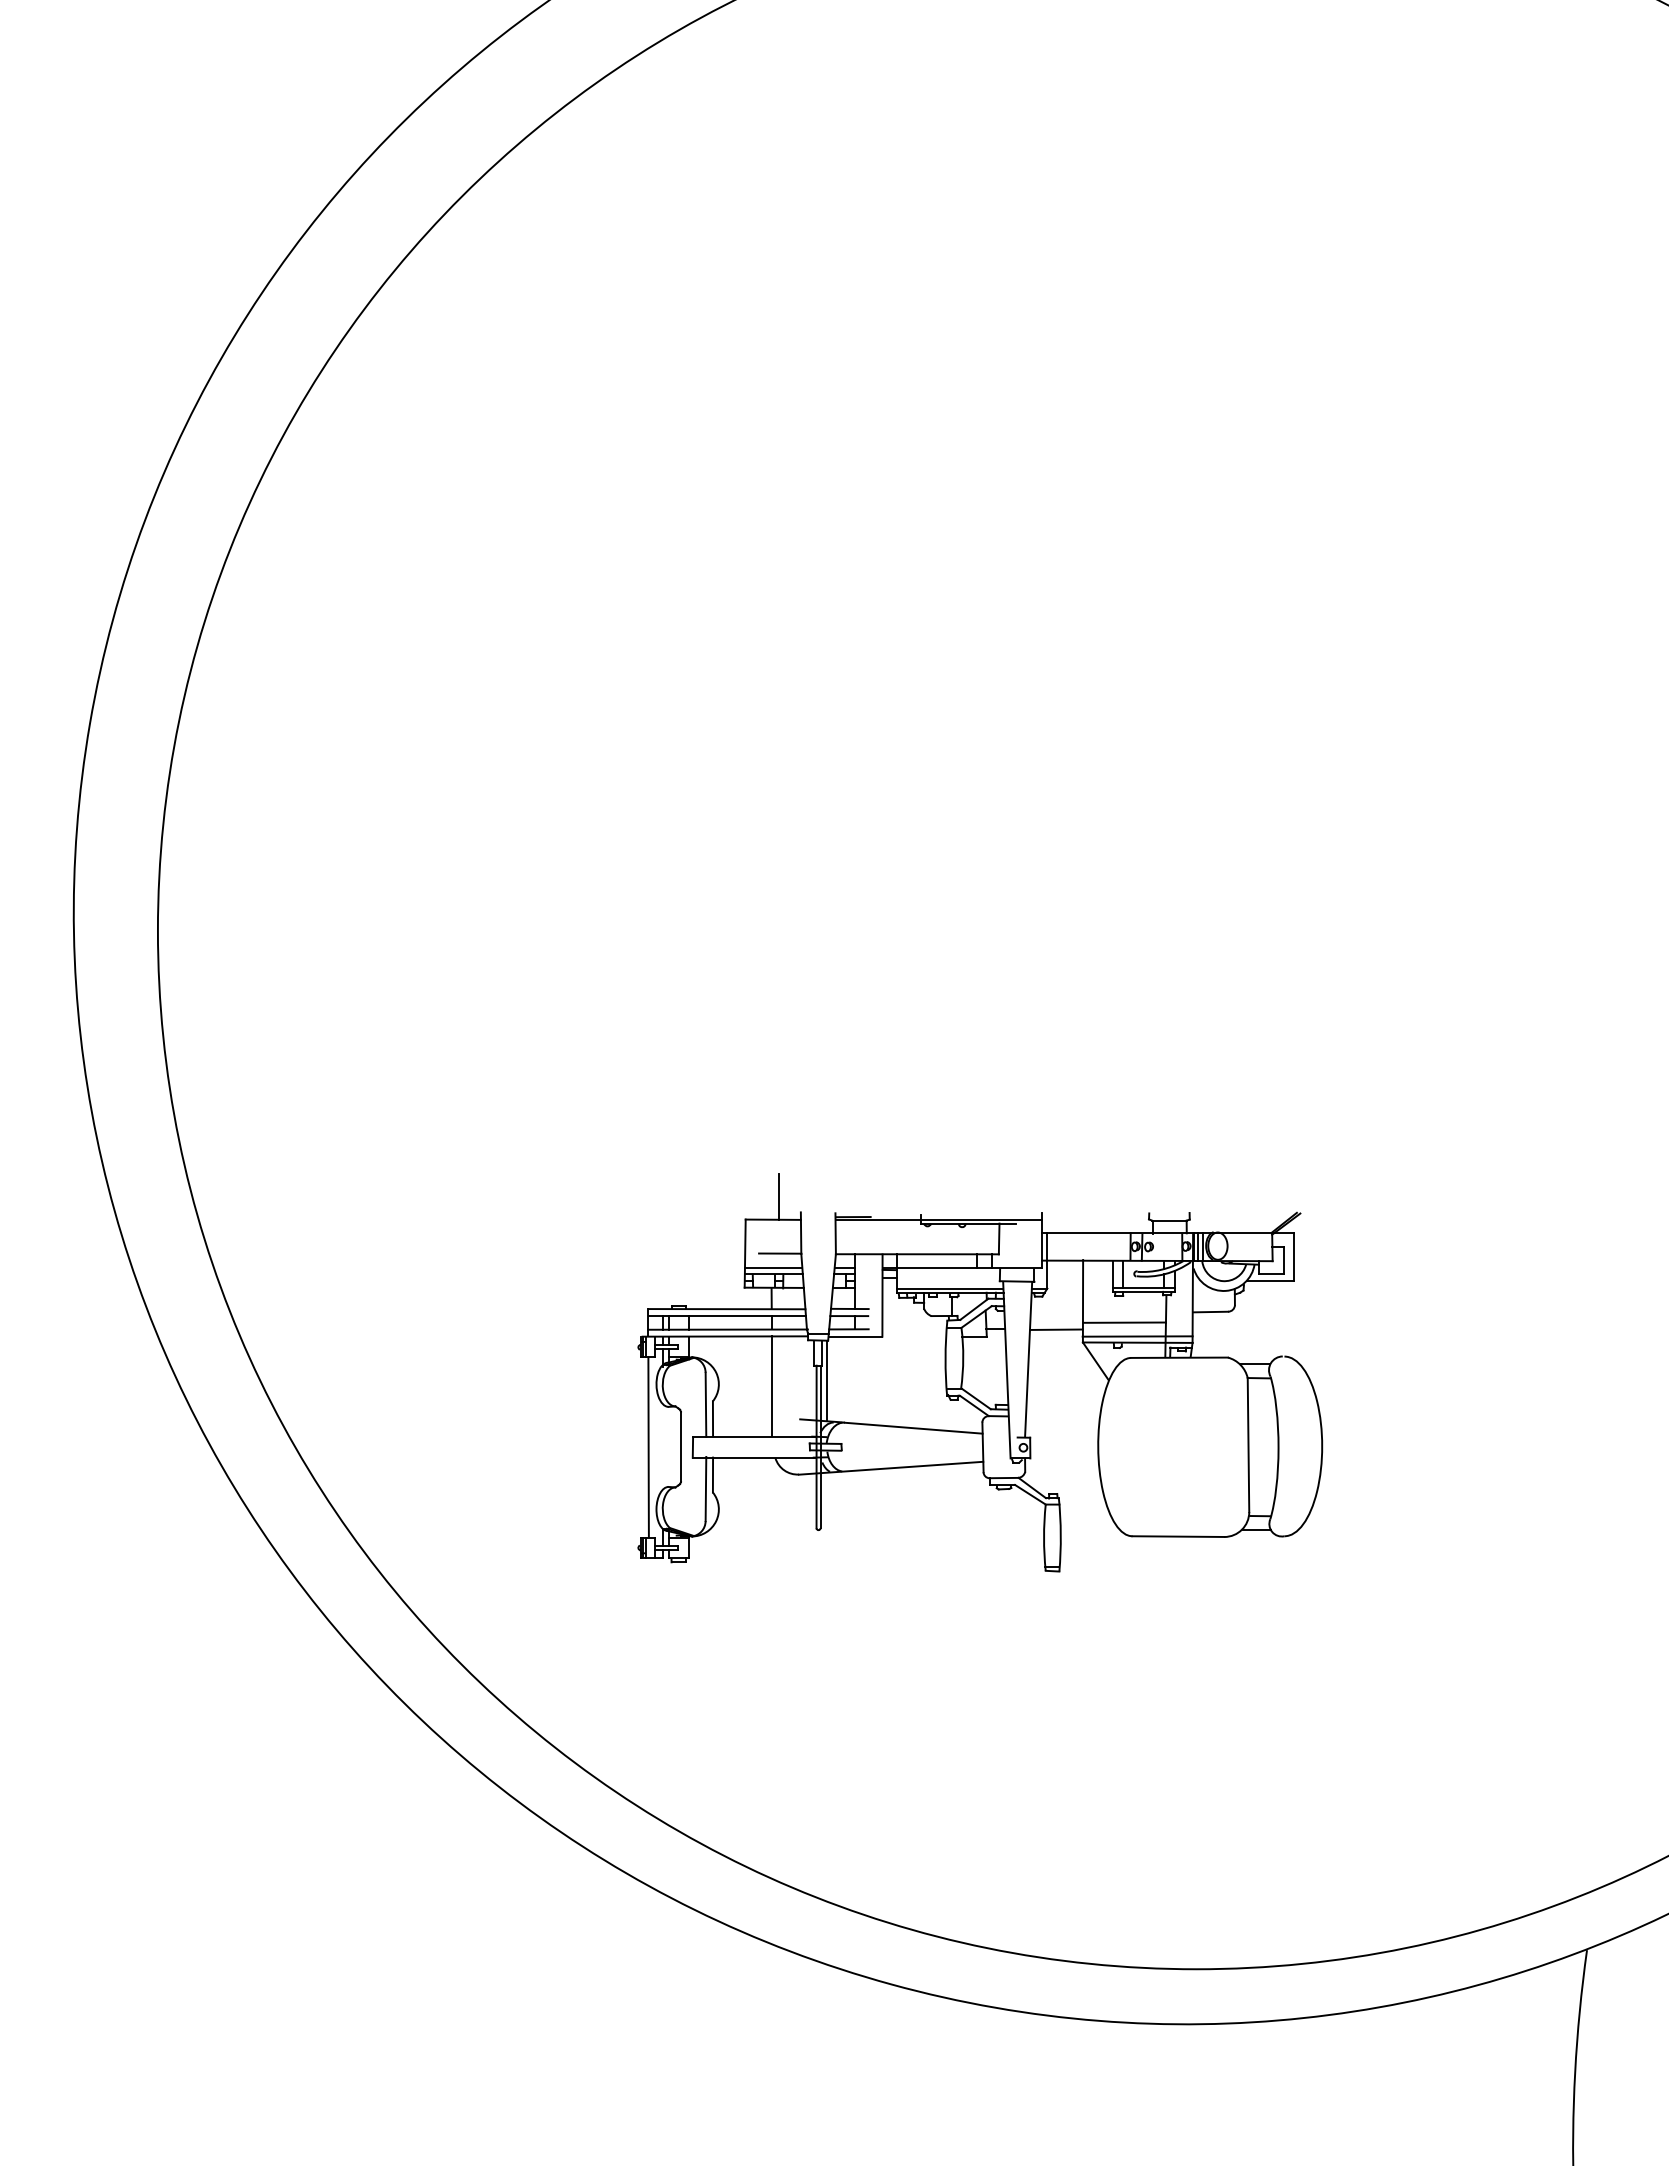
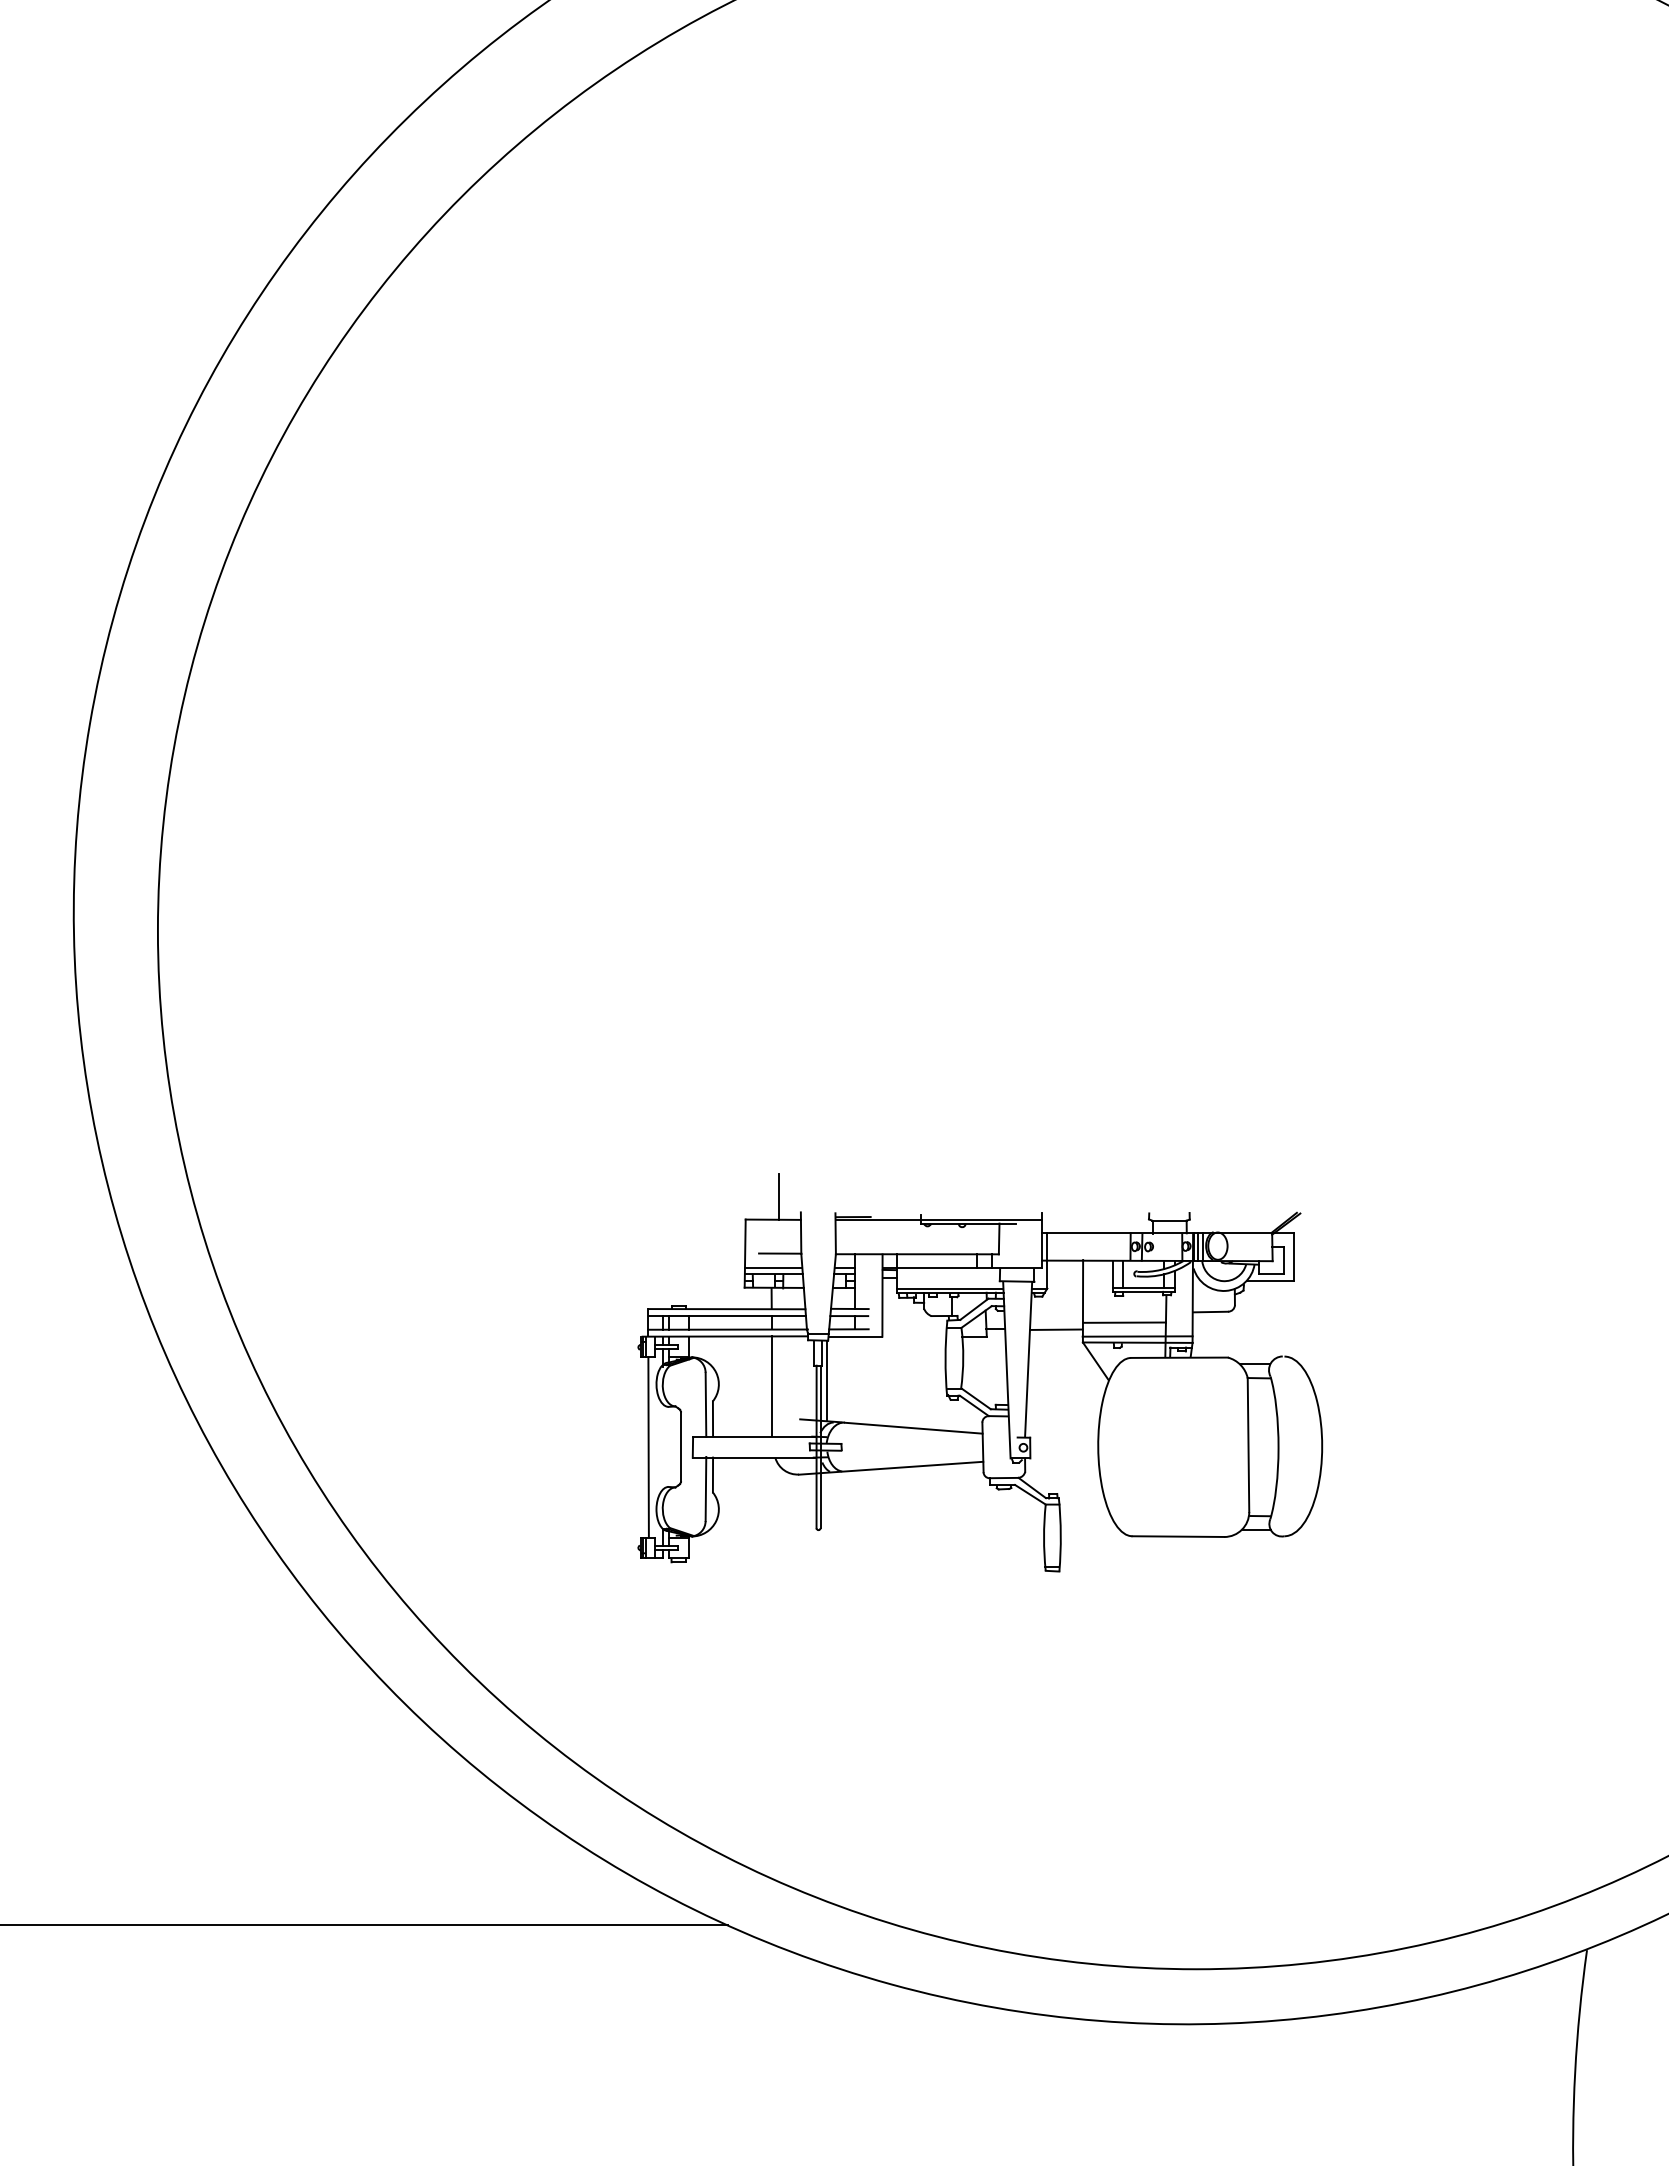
line at (365, 1925): none -> present
